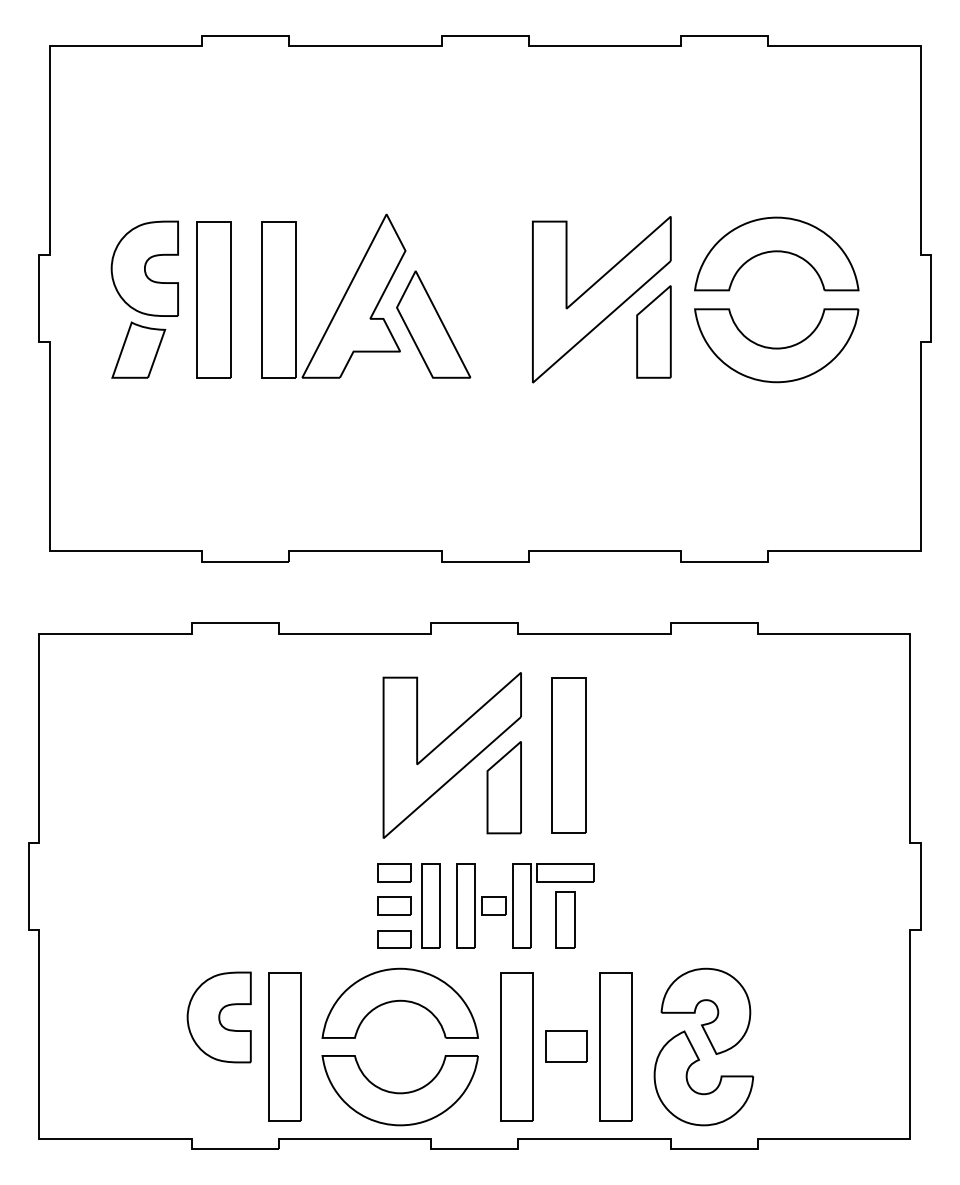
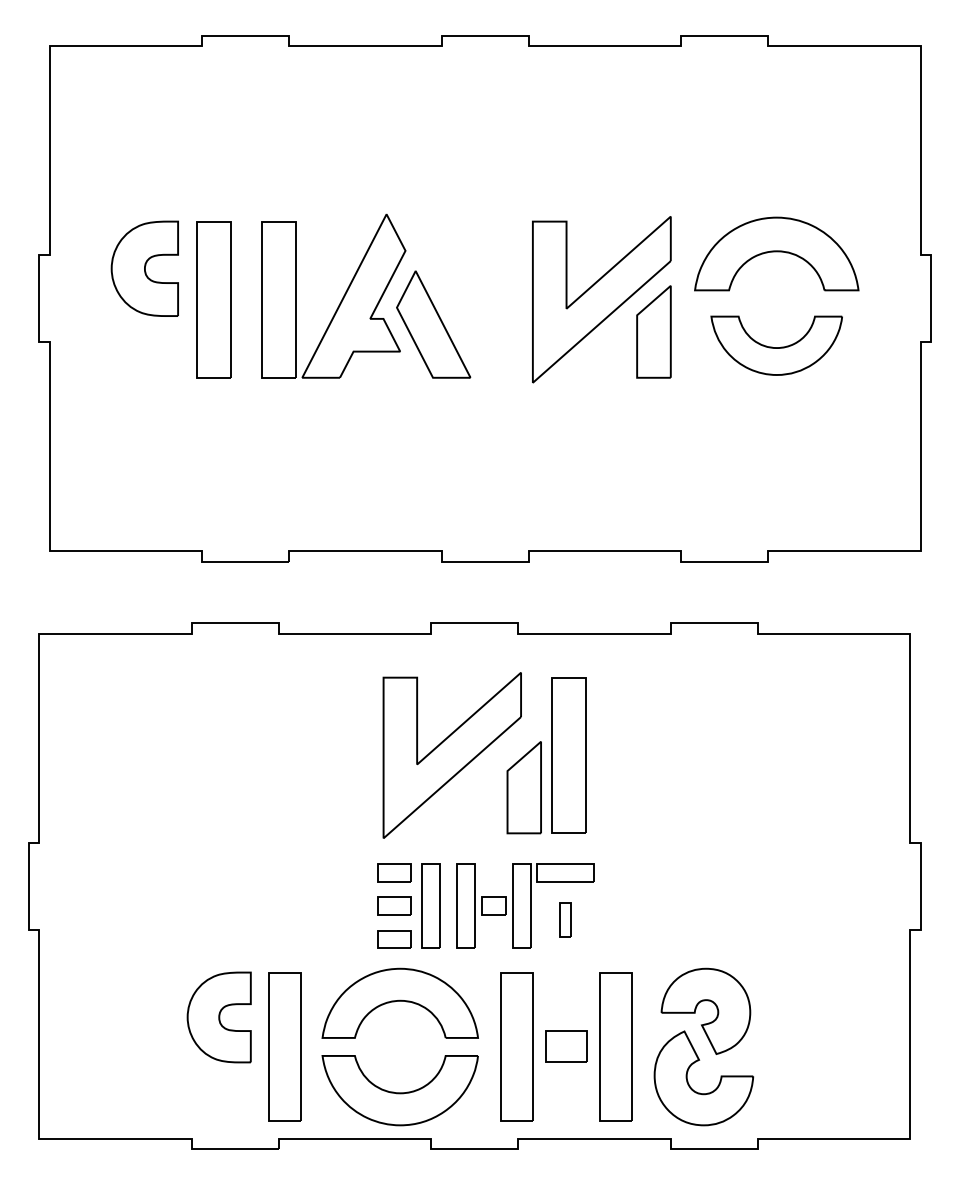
part at (776, 345) size: 166x76 px -> 133x61 px
part at (138, 349): present -> none
part at (503, 787) position: (503, 787) -> (523, 787)
part at (565, 919) size: 21x58 px -> 13x36 px
